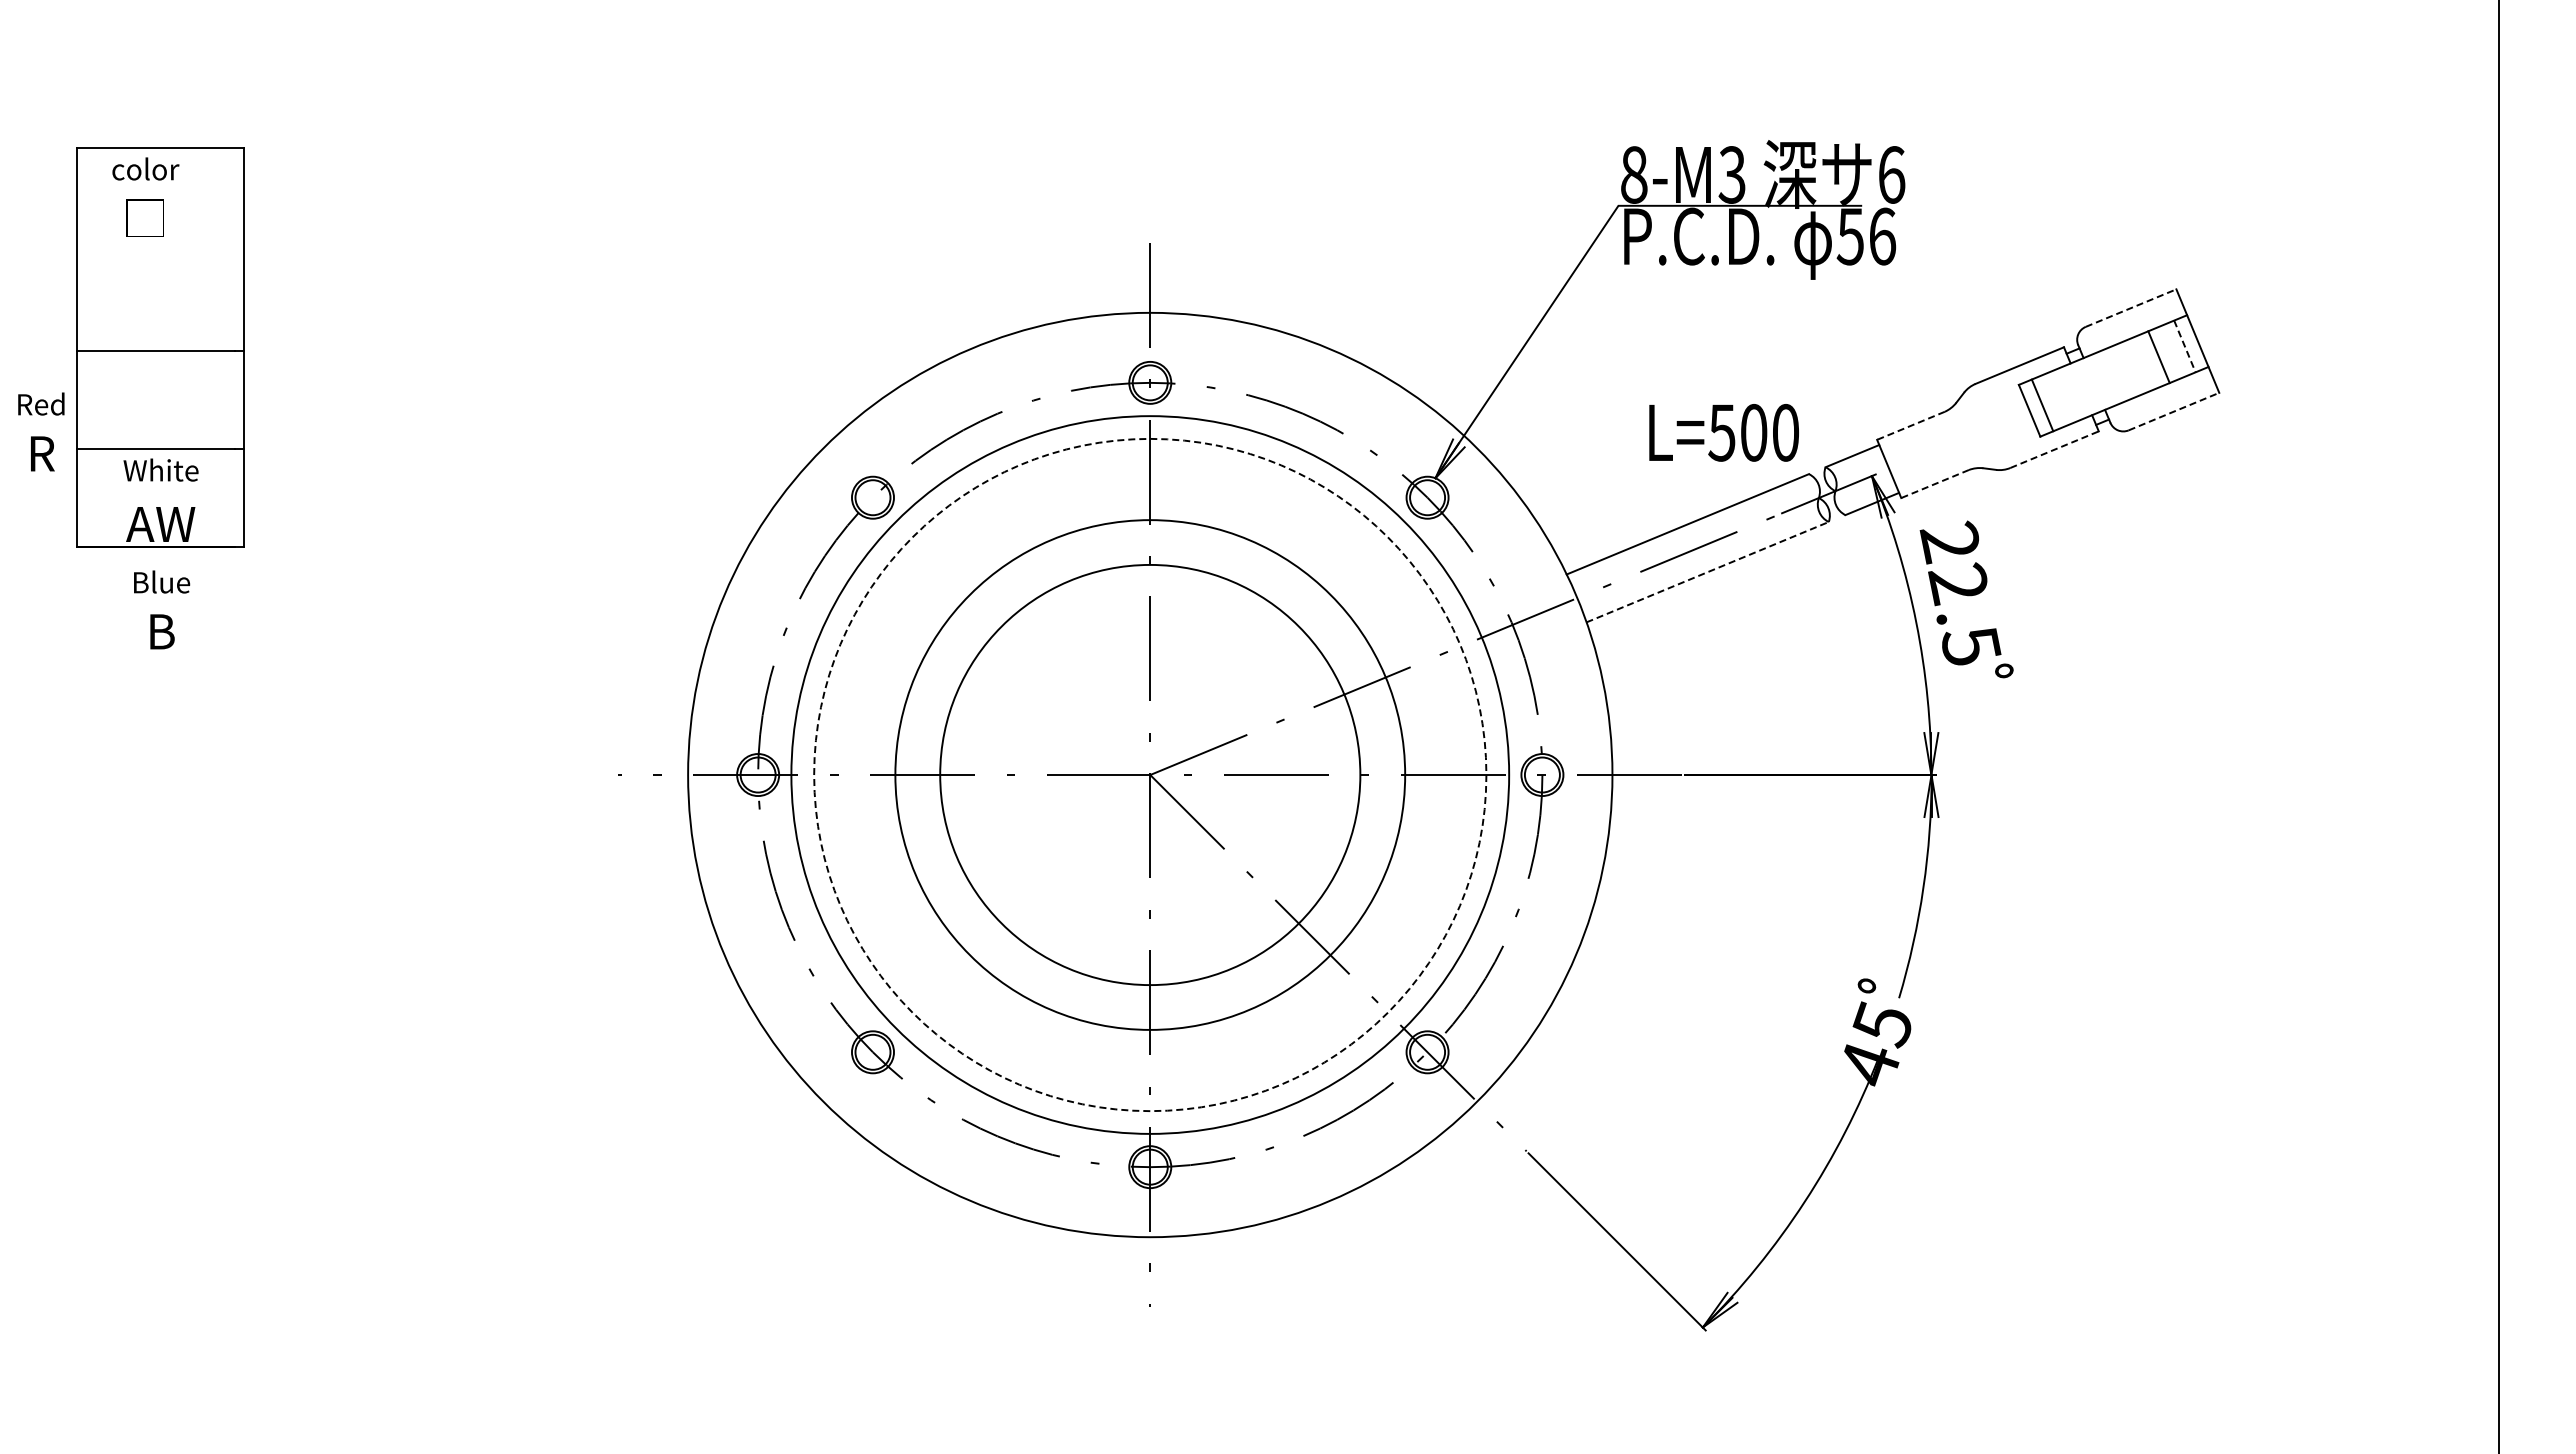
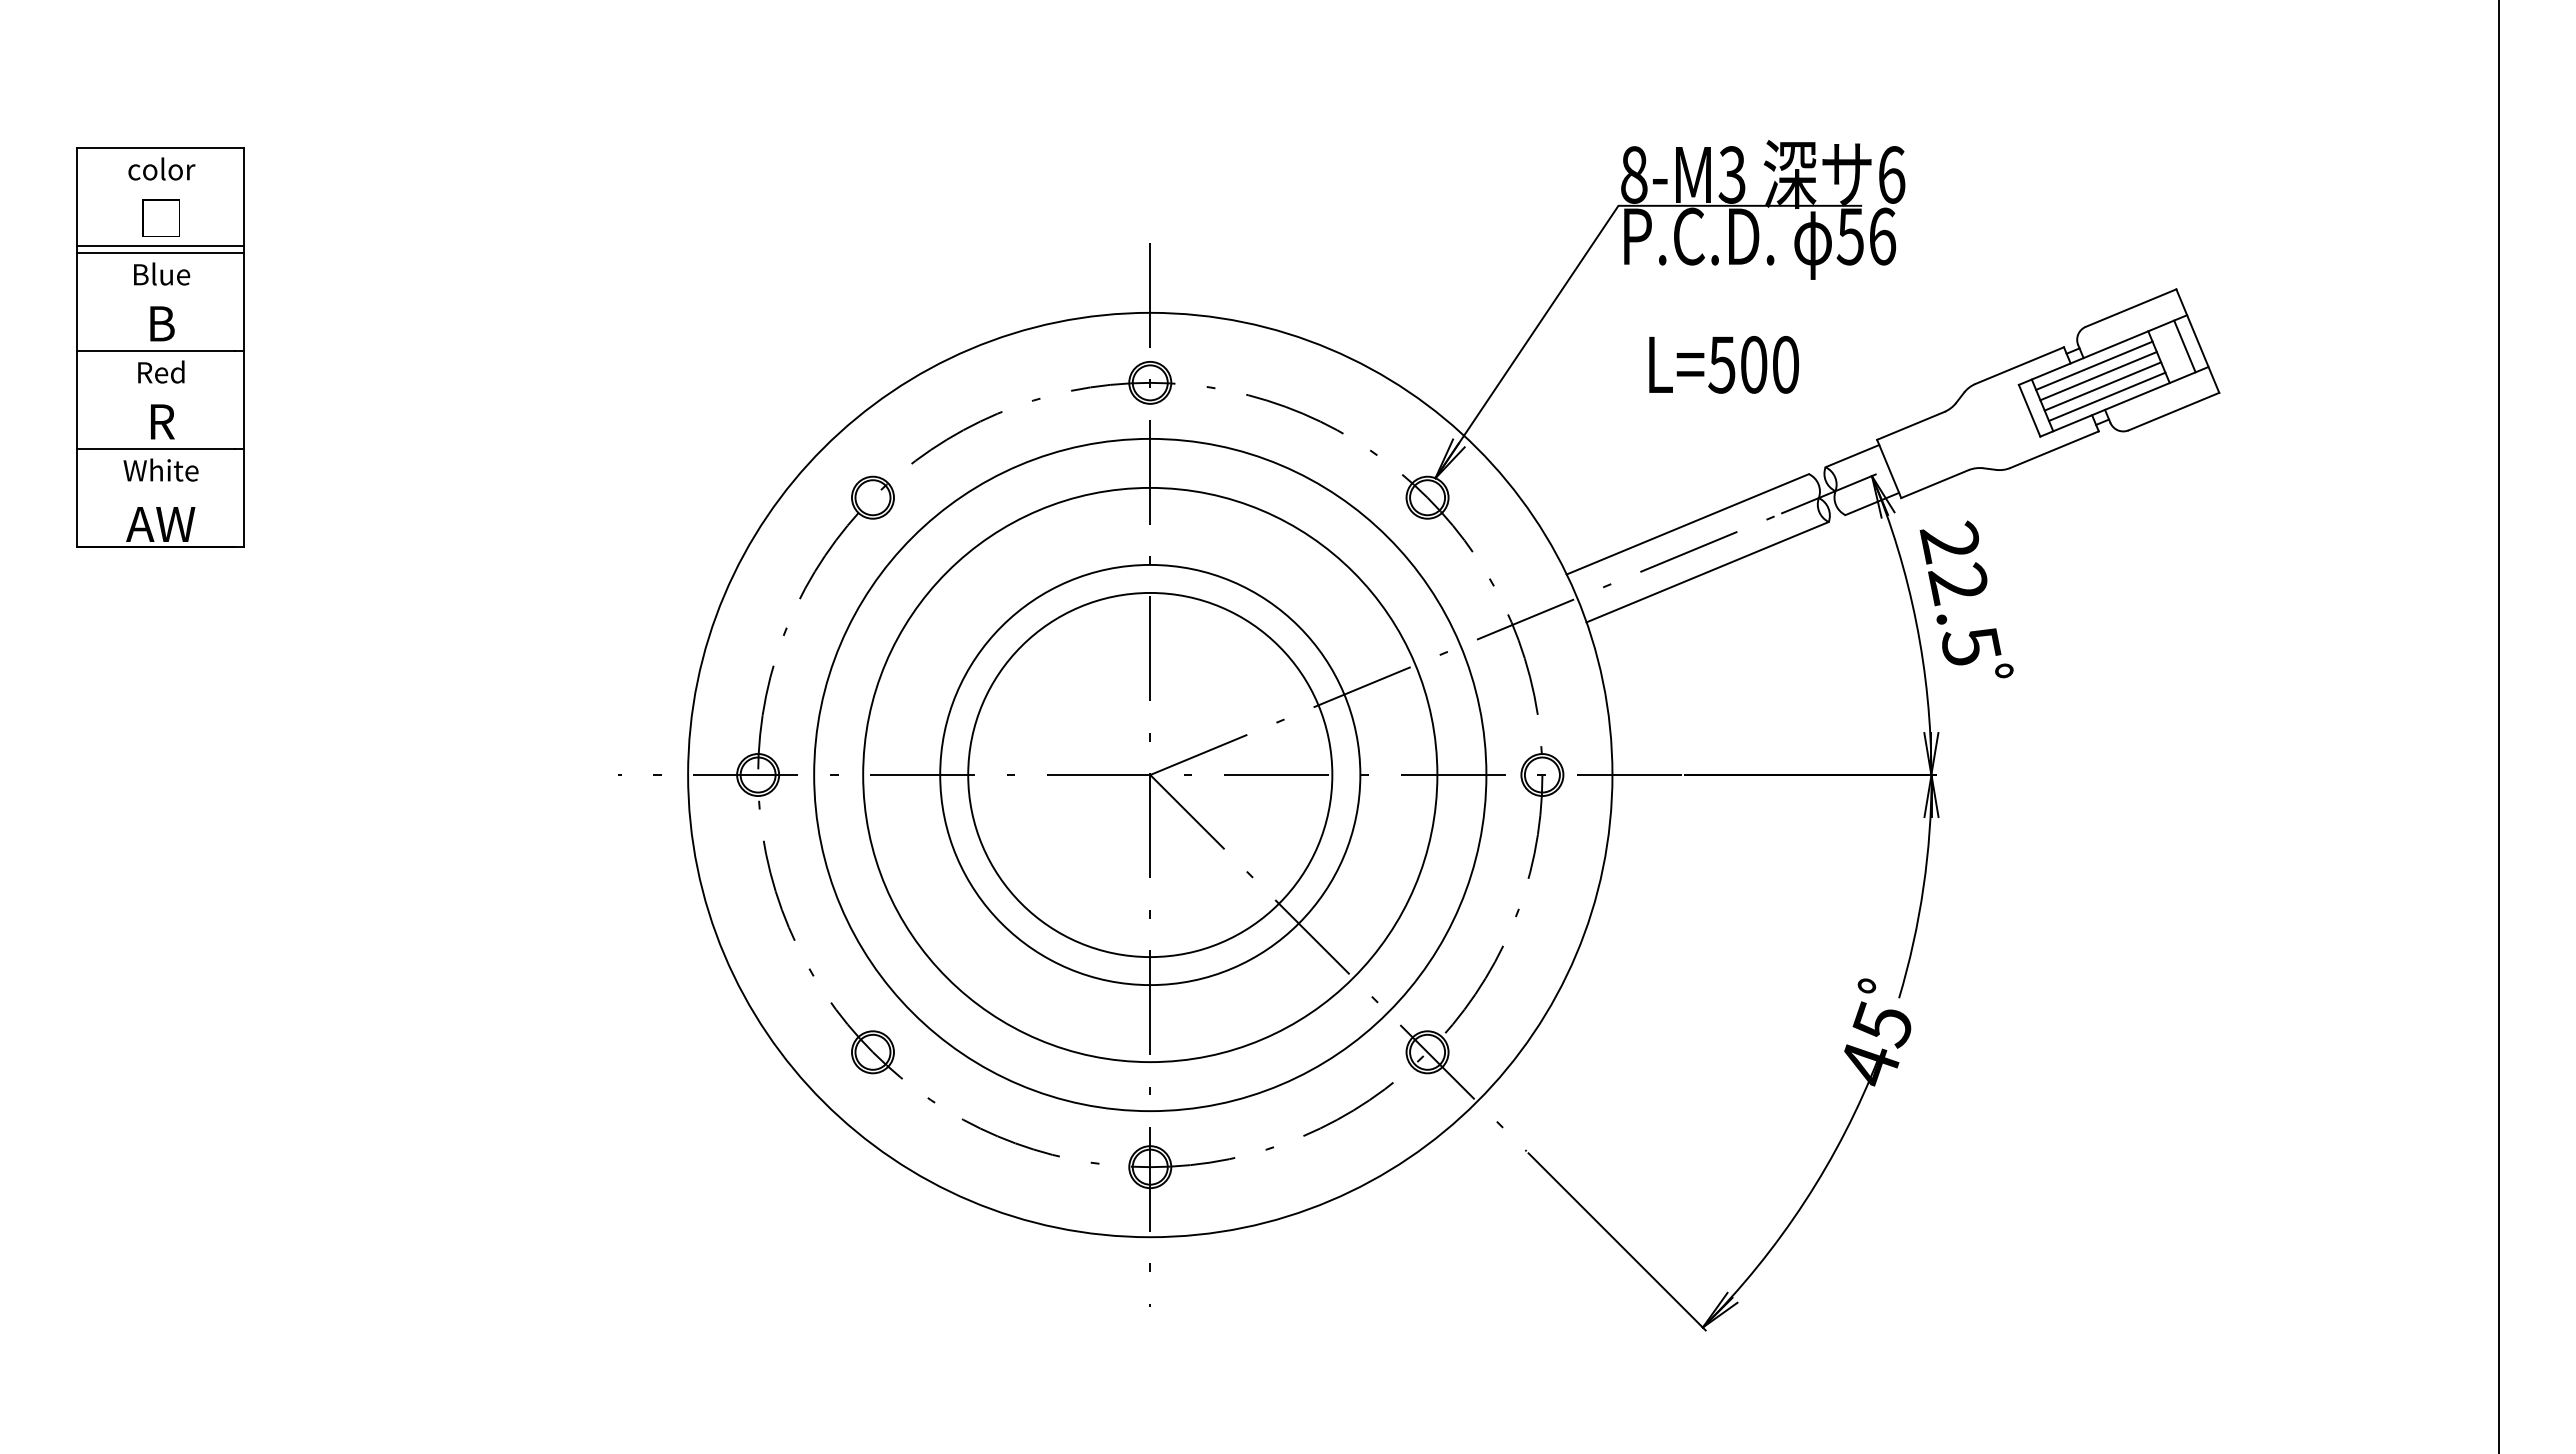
text at (145, 196) position: (145, 196) -> (161, 196)
line at (160, 245): none -> present
line at (160, 252): none -> present
line at (2131, 307): dashed -> solid
line at (2185, 346): dashed -> solid
line at (2094, 365): none -> present
line at (2098, 376): none -> present
line at (2102, 386): none -> present
line at (2106, 396): none -> present
line at (2174, 411): dashed -> solid
line at (1910, 425): dashed -> solid
text at (41, 431) position: (41, 431) -> (161, 399)
text at (1723, 432) position: (1723, 432) -> (1723, 364)
line at (2054, 449): dashed -> solid
line at (1935, 484): dashed -> solid
line at (1708, 572): dashed -> solid
text at (162, 609) position: (162, 609) -> (162, 301)
circle at (1150, 774) diameter: 510 px -> 364 px
circle at (1150, 774) diameter: 718 px -> 574 px
circle at (1150, 774): dashed -> solid
